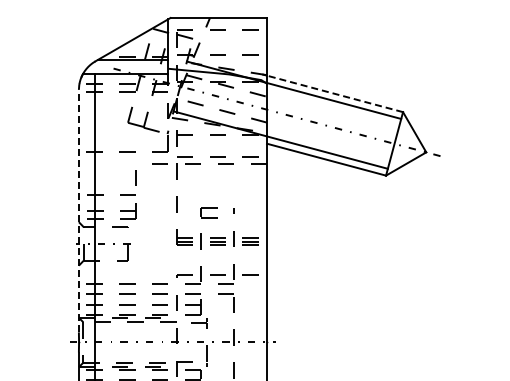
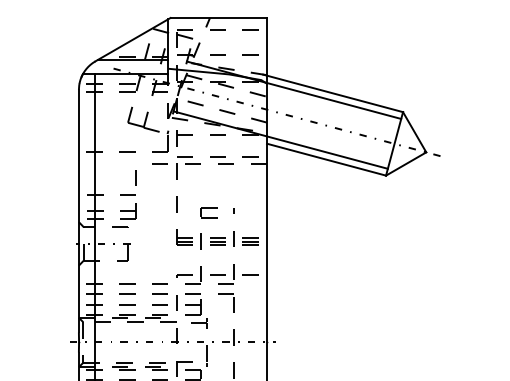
line at (334, 93): dashed -> solid
line at (78, 210): dashed -> solid
